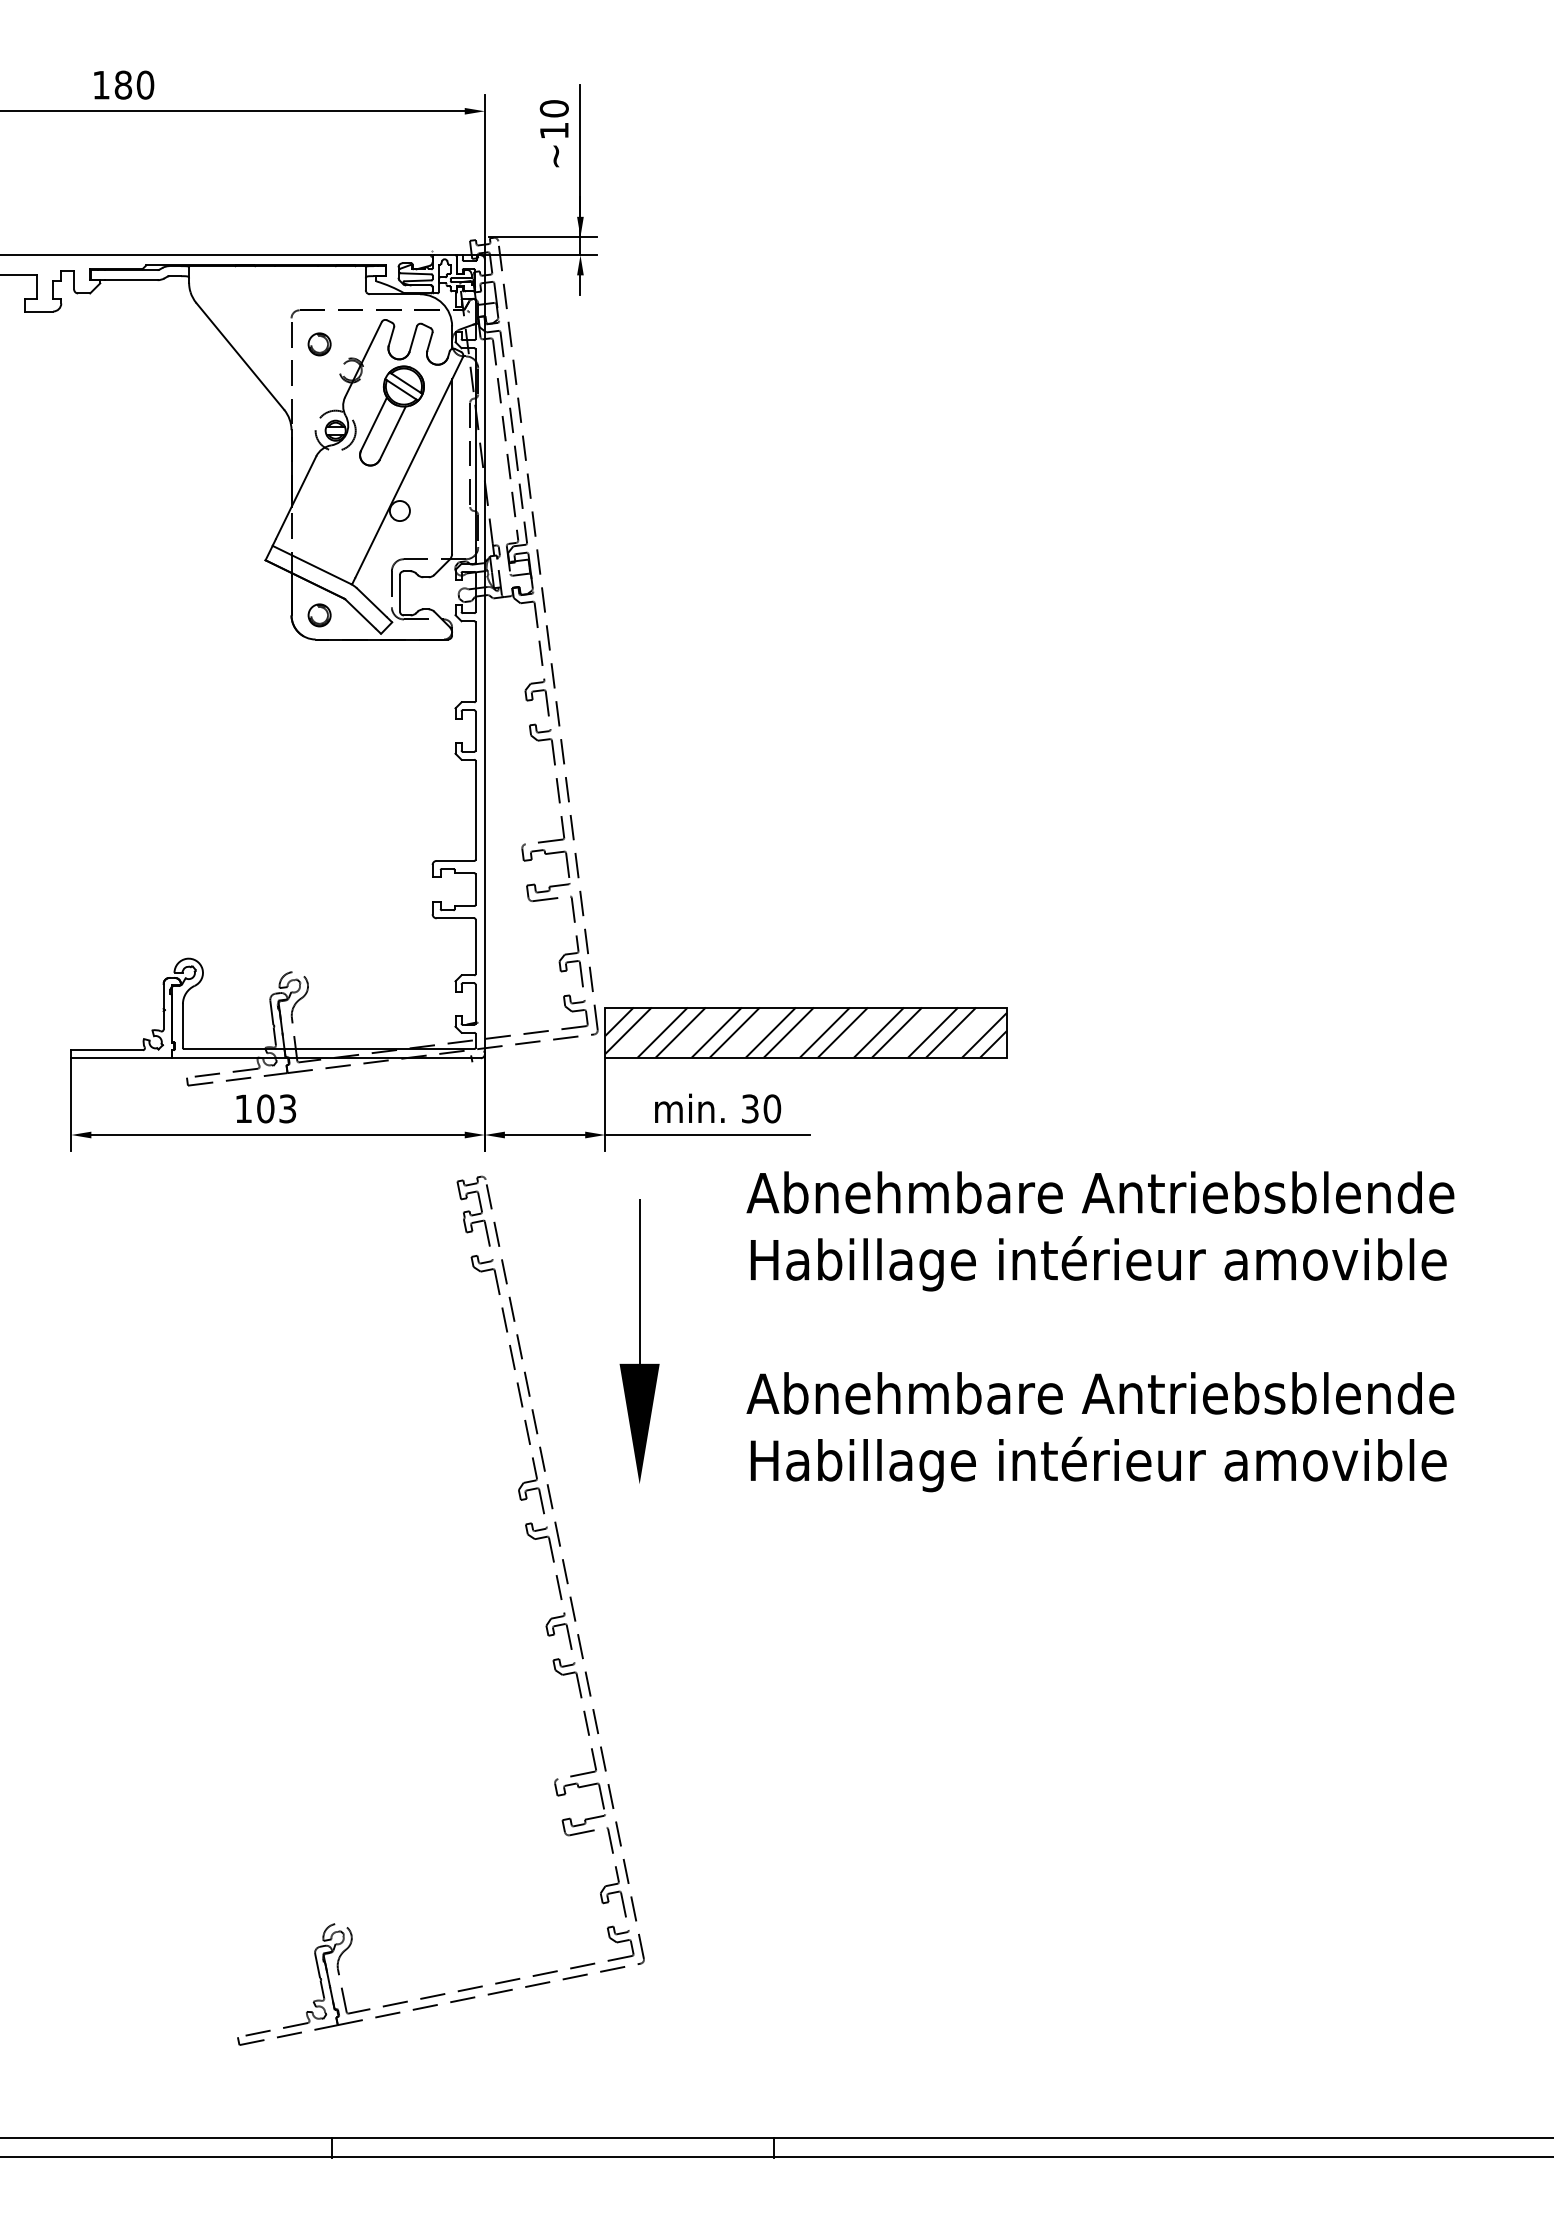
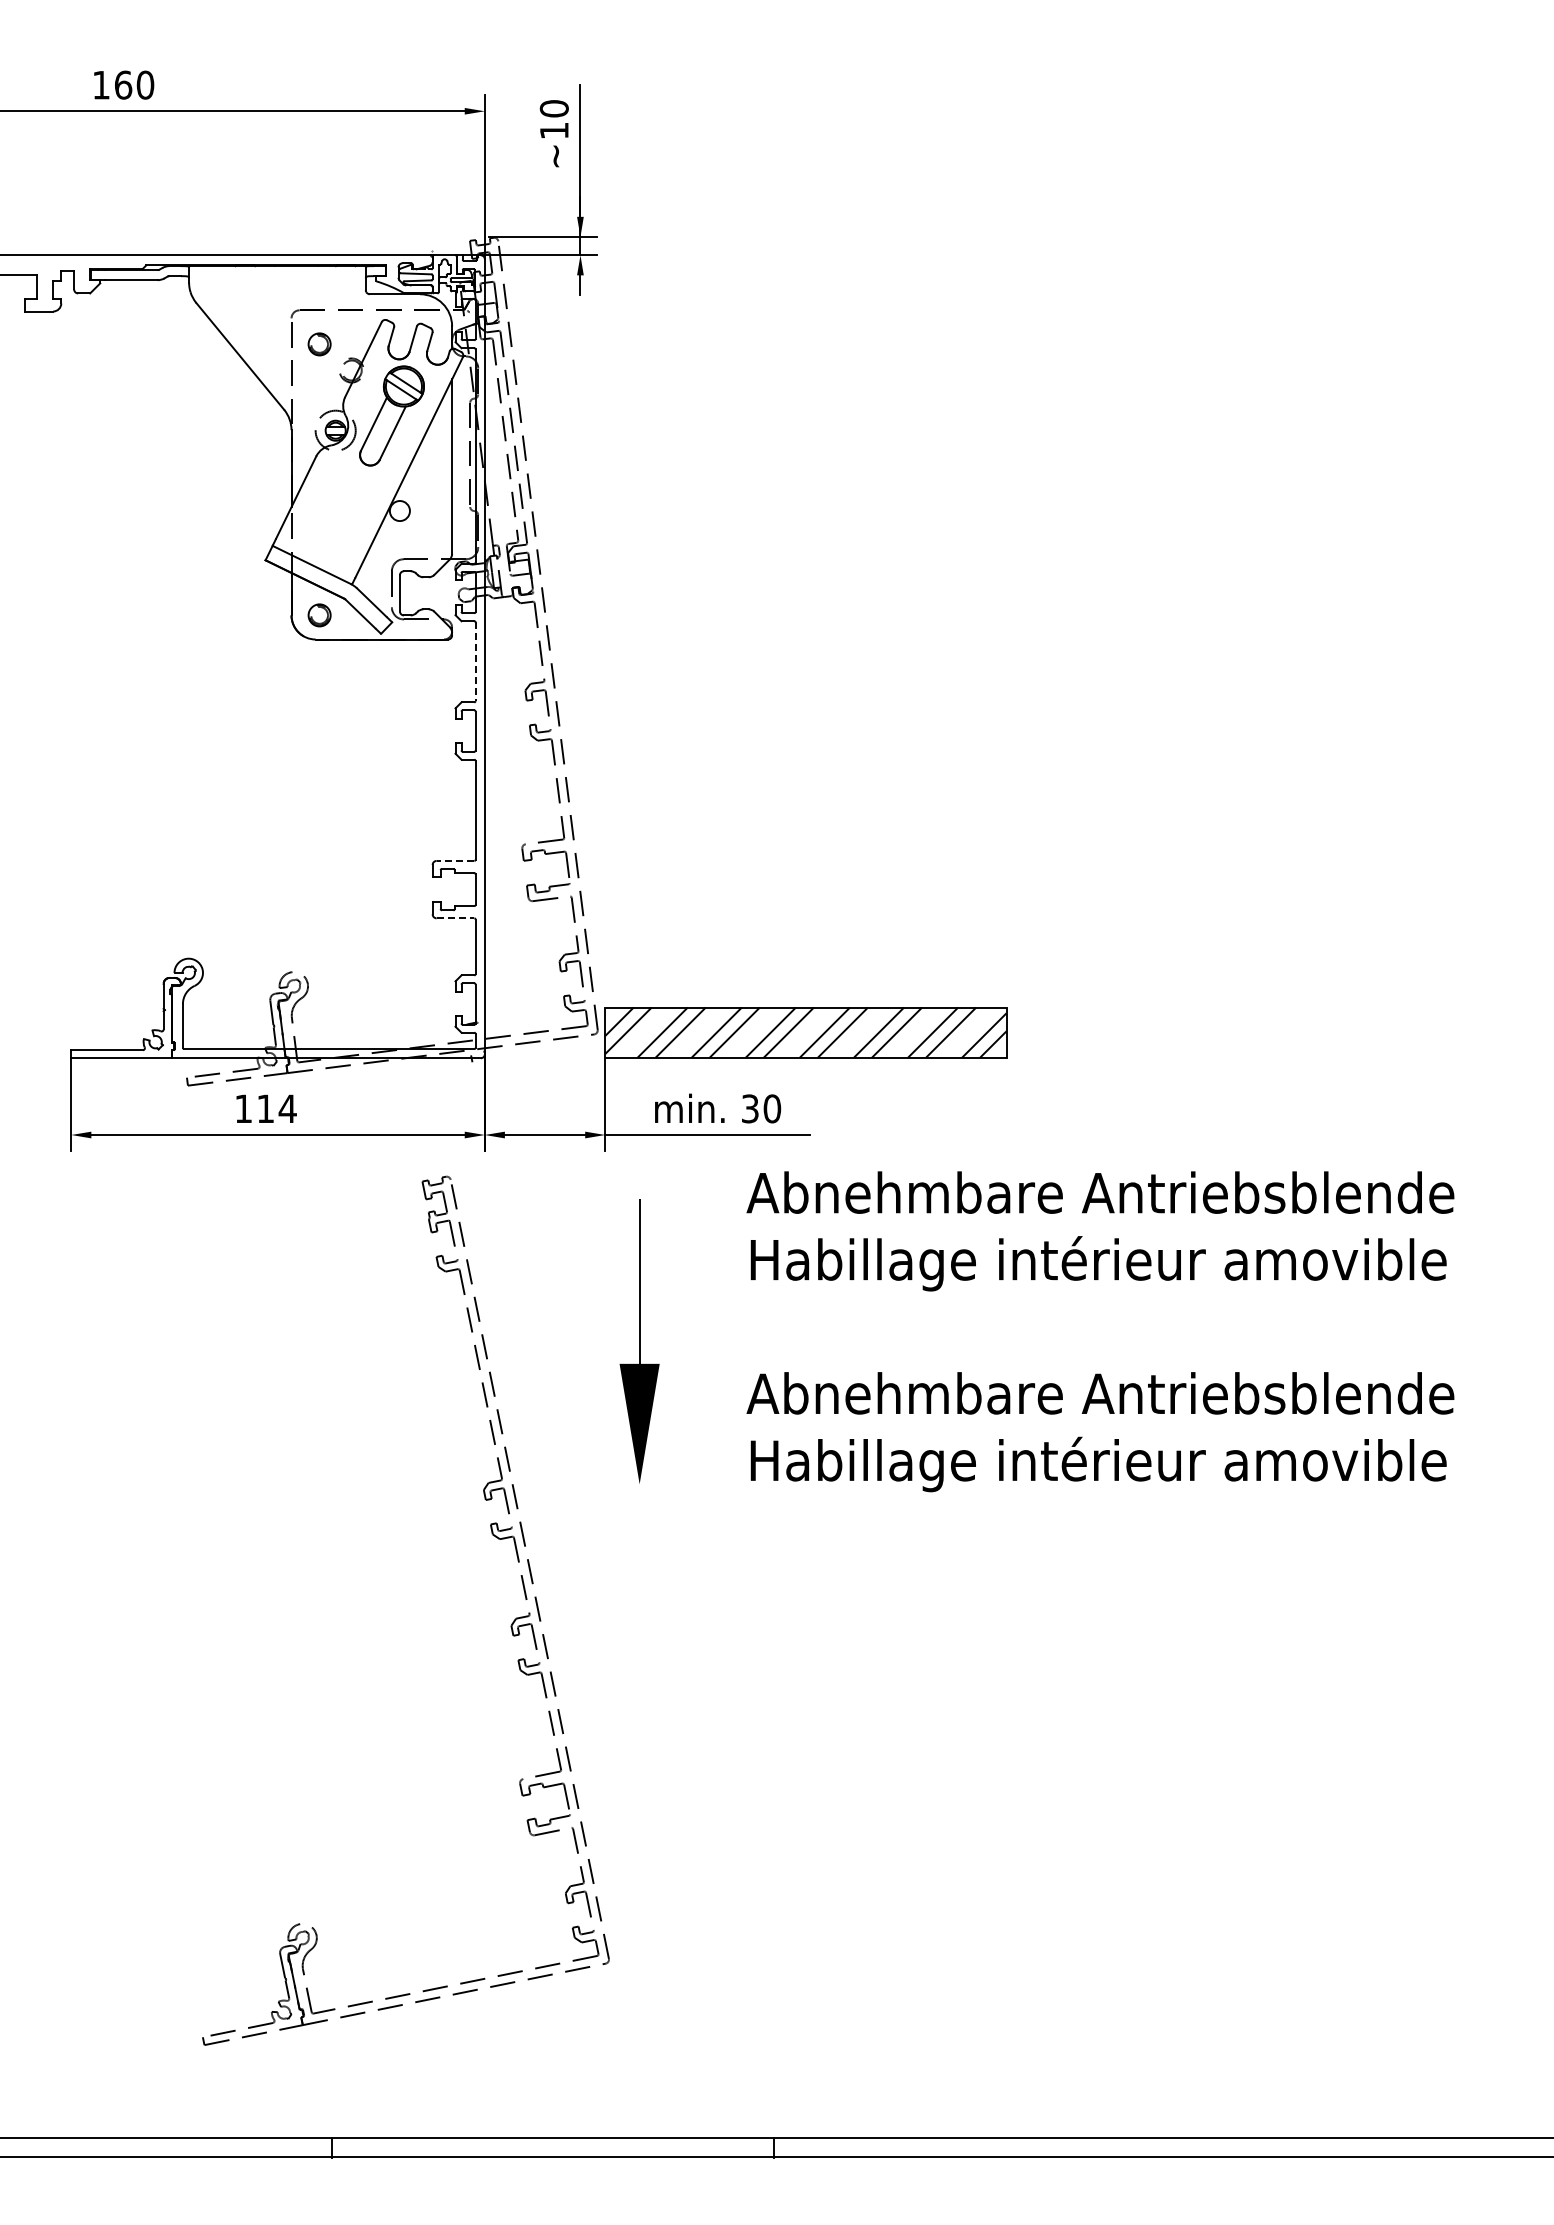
text at (123, 84): 180 -> 160
line at (475, 662): solid -> dashed
line at (455, 860): solid -> dashed
line at (455, 918): solid -> dashed
text at (276, 1108): 103 -> 114
part at (545, 1625) position: (545, 1625) -> (510, 1625)
